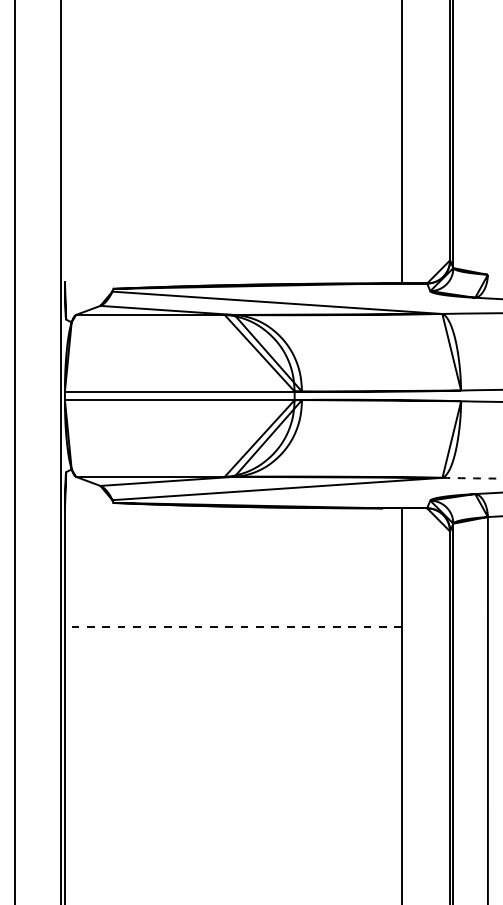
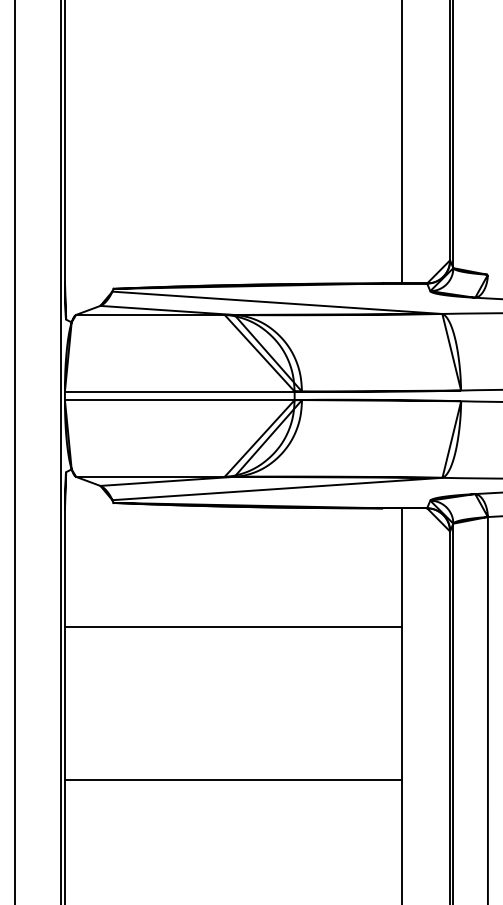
line at (64, 141): none -> present
arc at (473, 478): dashed -> solid
line at (233, 626): dashed -> solid
line at (233, 780): none -> present
